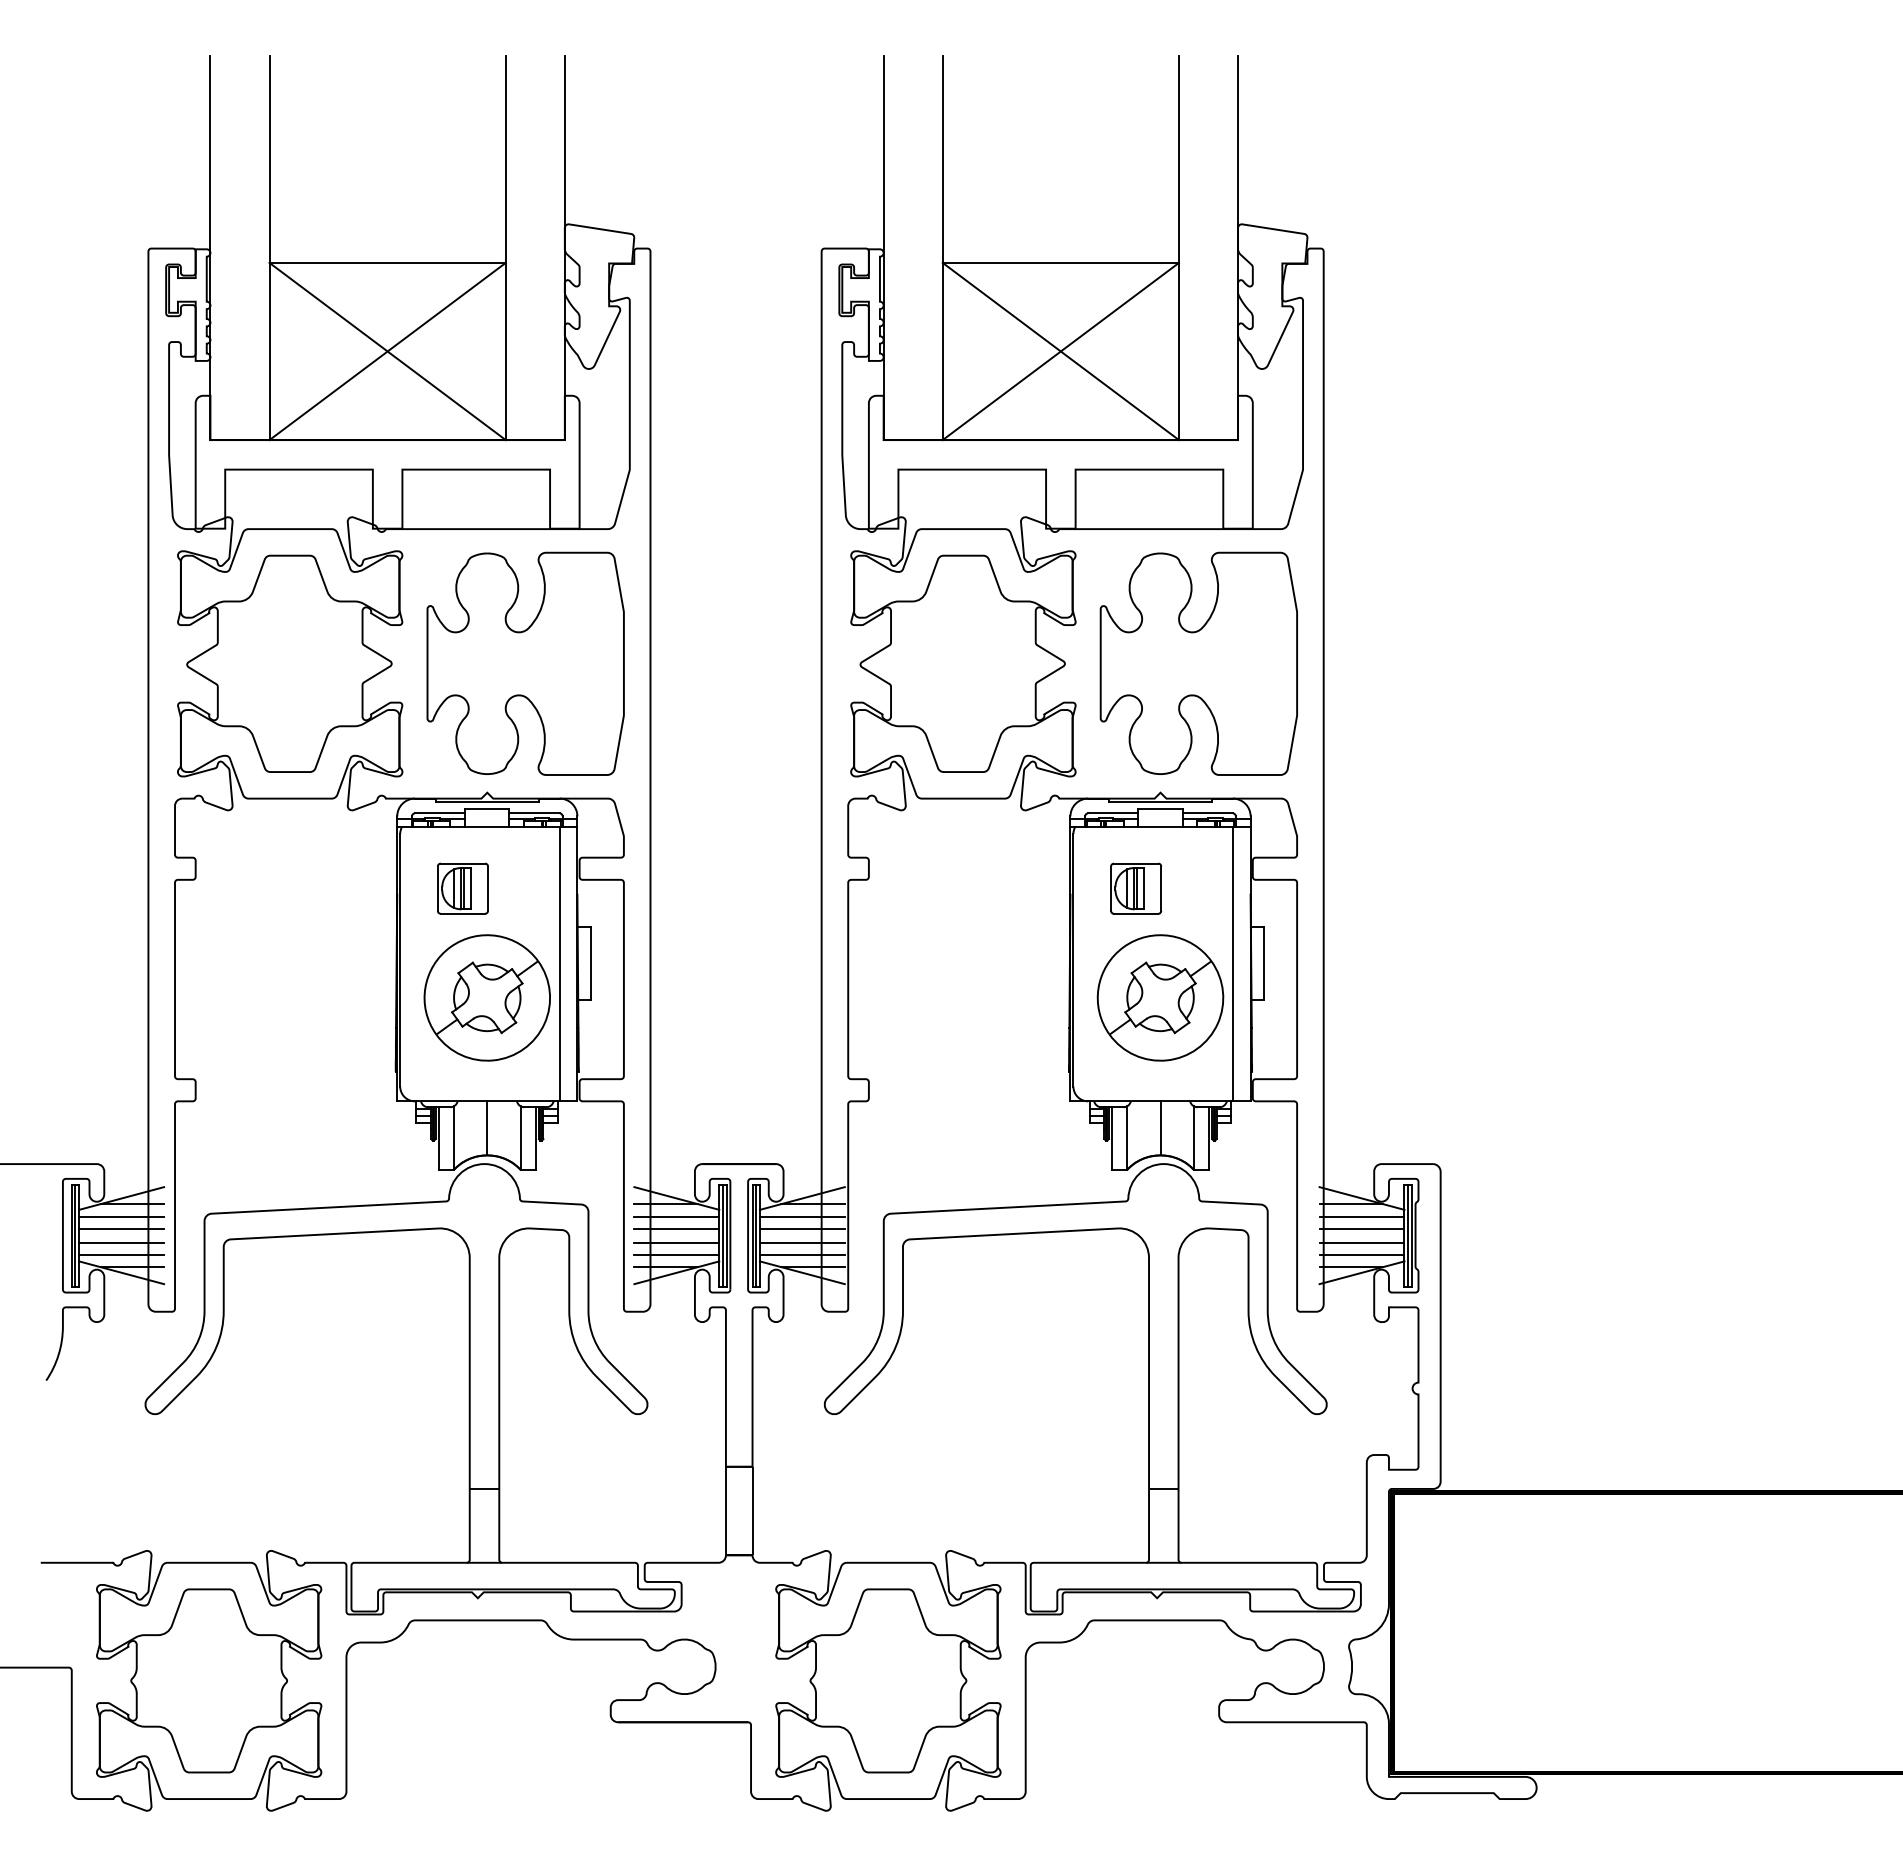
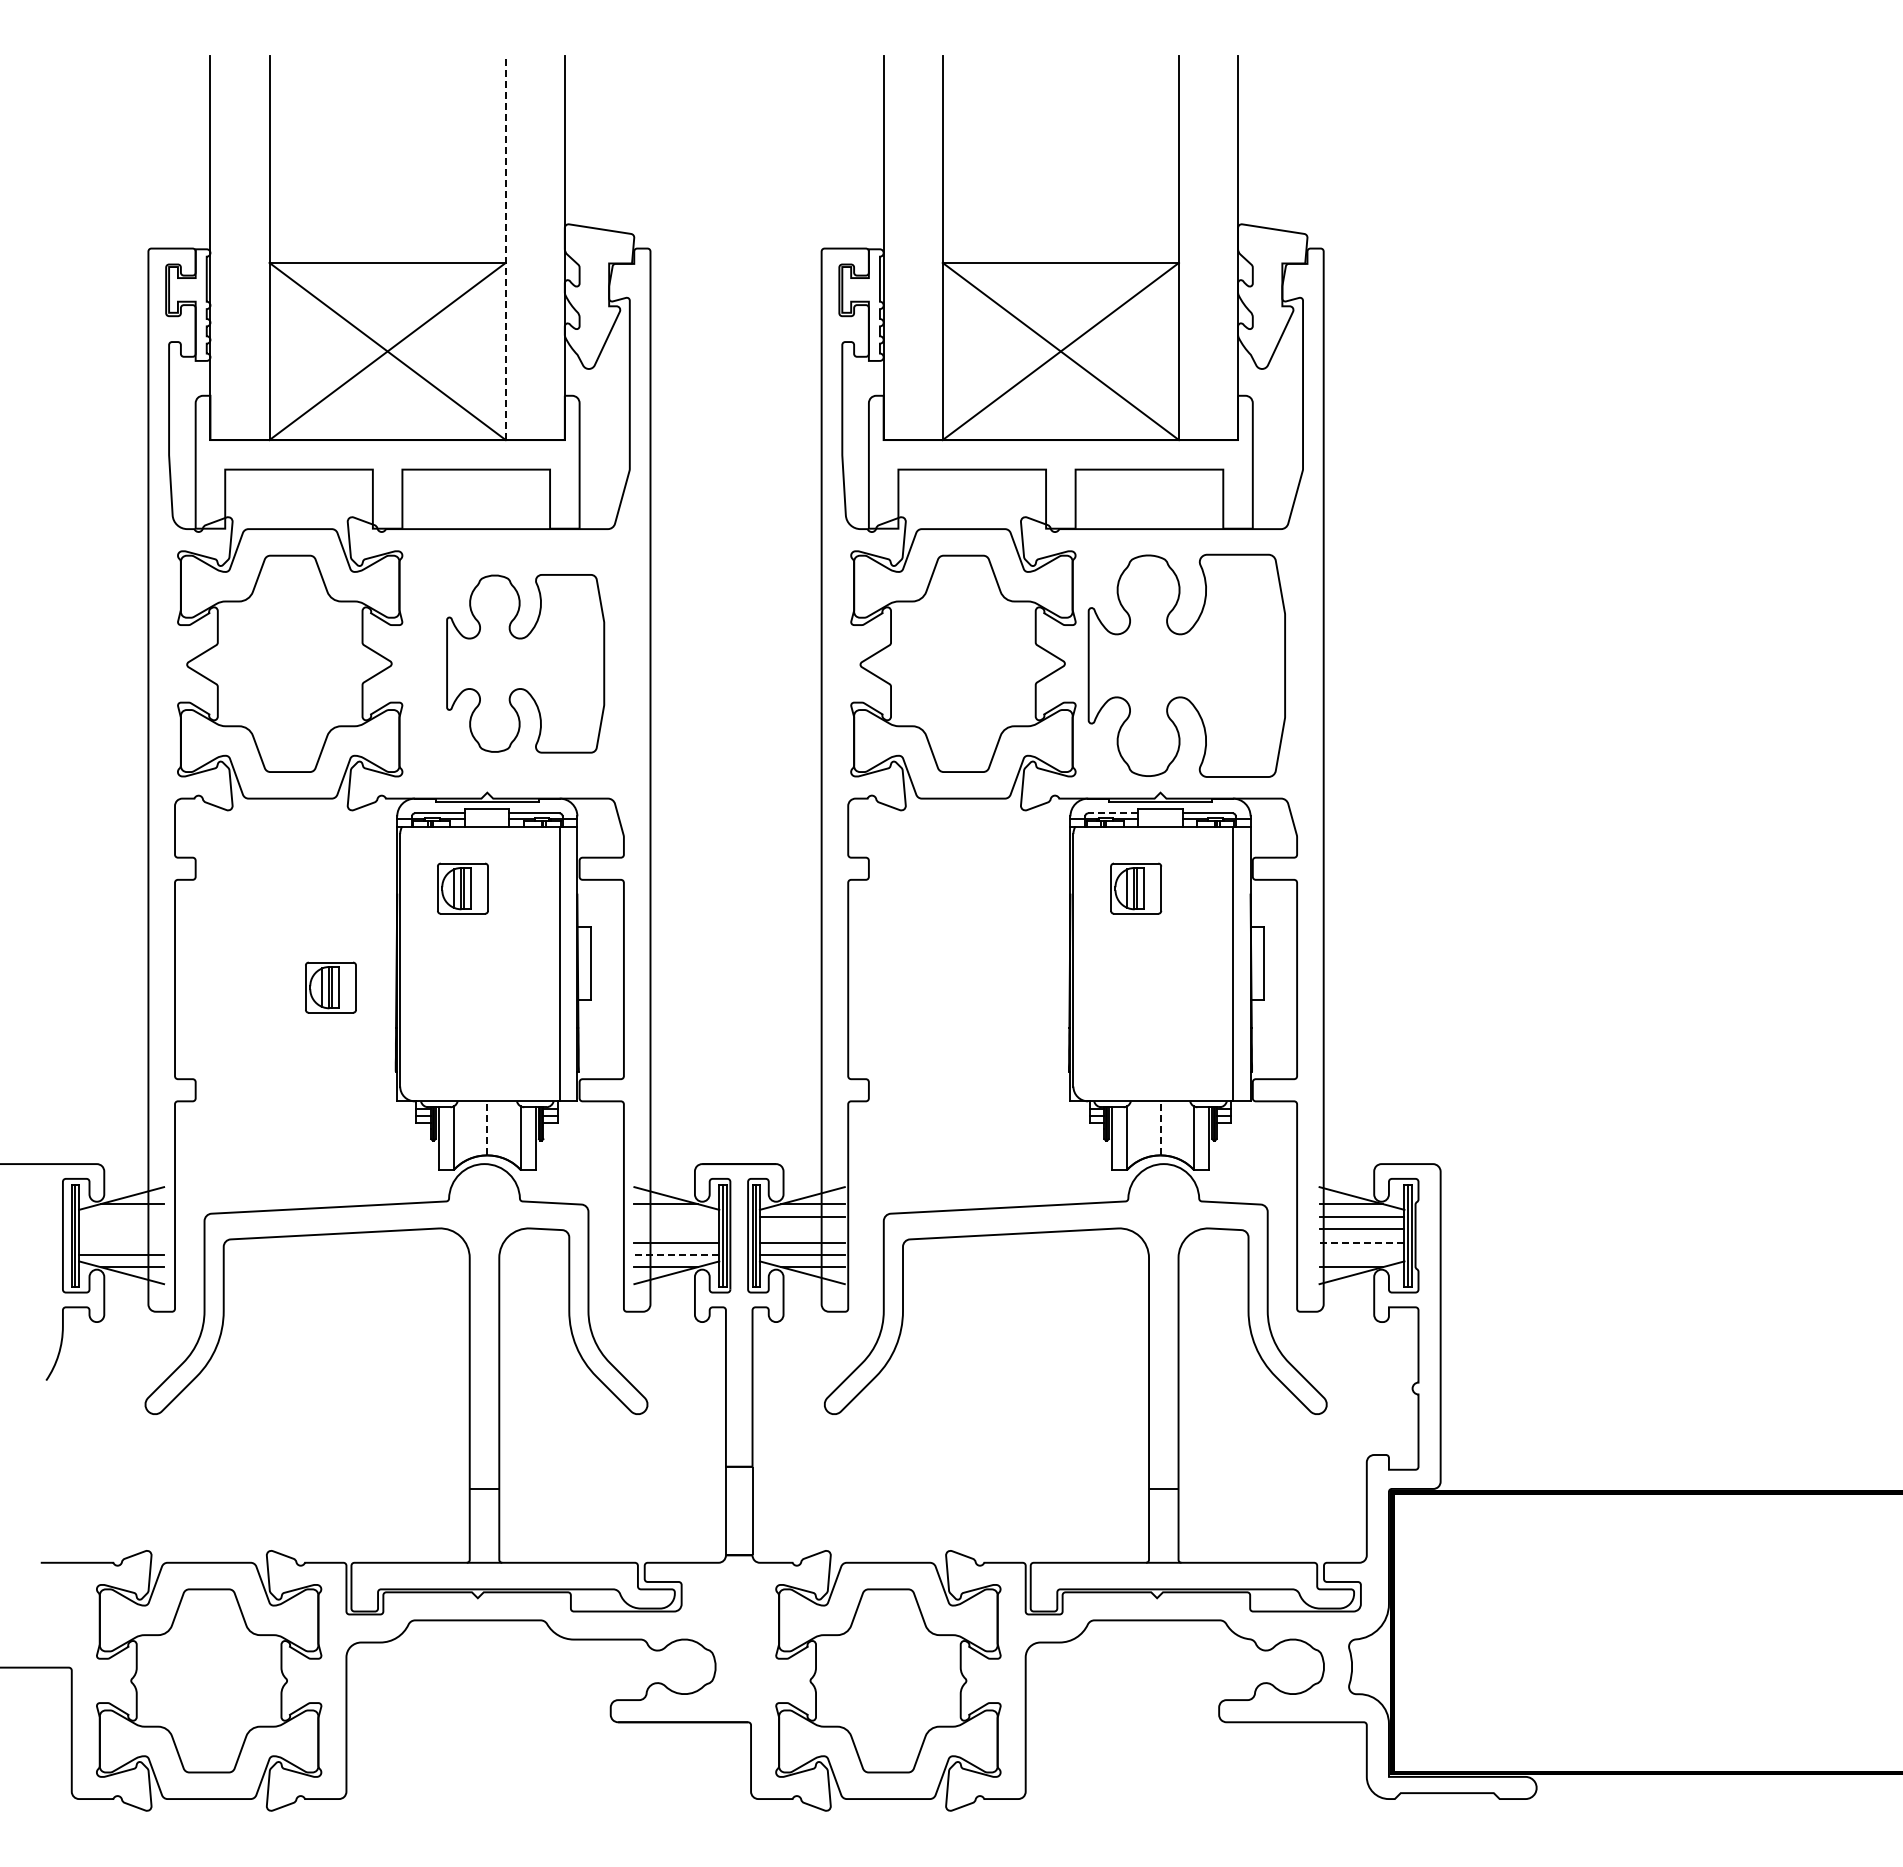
line at (505, 248): solid -> dashed
part at (525, 663) size: 199x225 px -> 160x180 px
part at (1198, 663) position: (1198, 663) -> (1186, 665)
line at (1112, 813): solid -> dashed
part at (330, 987): none -> present
part at (486, 997): present -> none
part at (1160, 997): present -> none
line at (487, 1127): solid -> dashed
line at (1160, 1127): solid -> dashed
line at (121, 1216): present -> none
line at (676, 1216): present -> none
line at (121, 1228): present -> none
line at (676, 1228): present -> none
line at (801, 1228): present -> none
line at (121, 1242): present -> none
line at (1361, 1242): solid -> dashed
line at (676, 1254): solid -> dashed
line at (1361, 1254): present -> none
